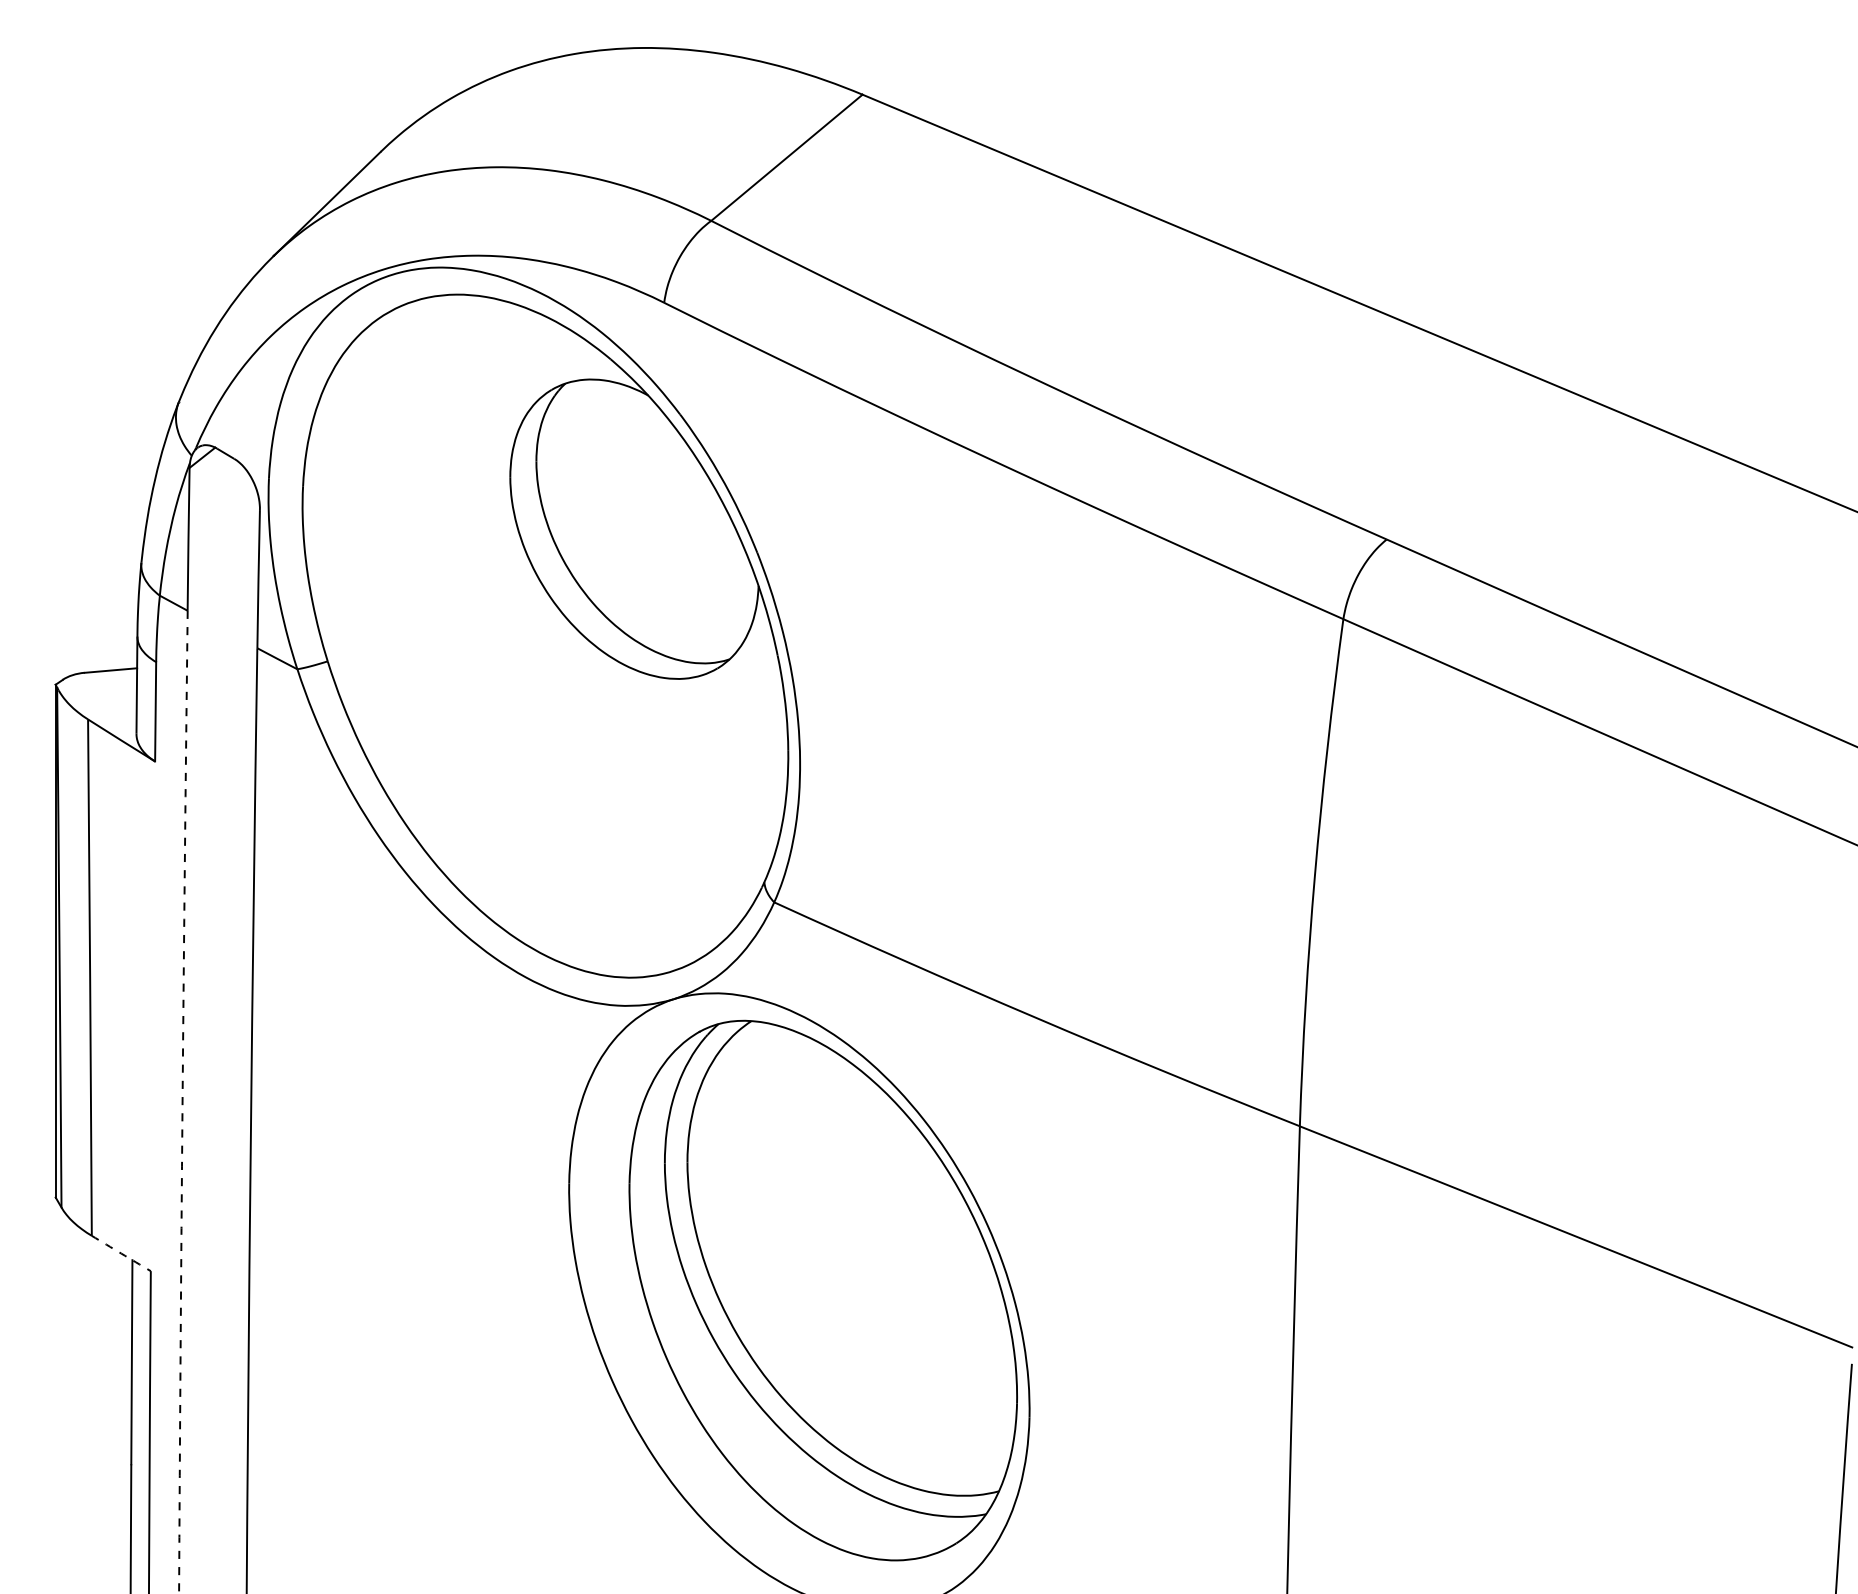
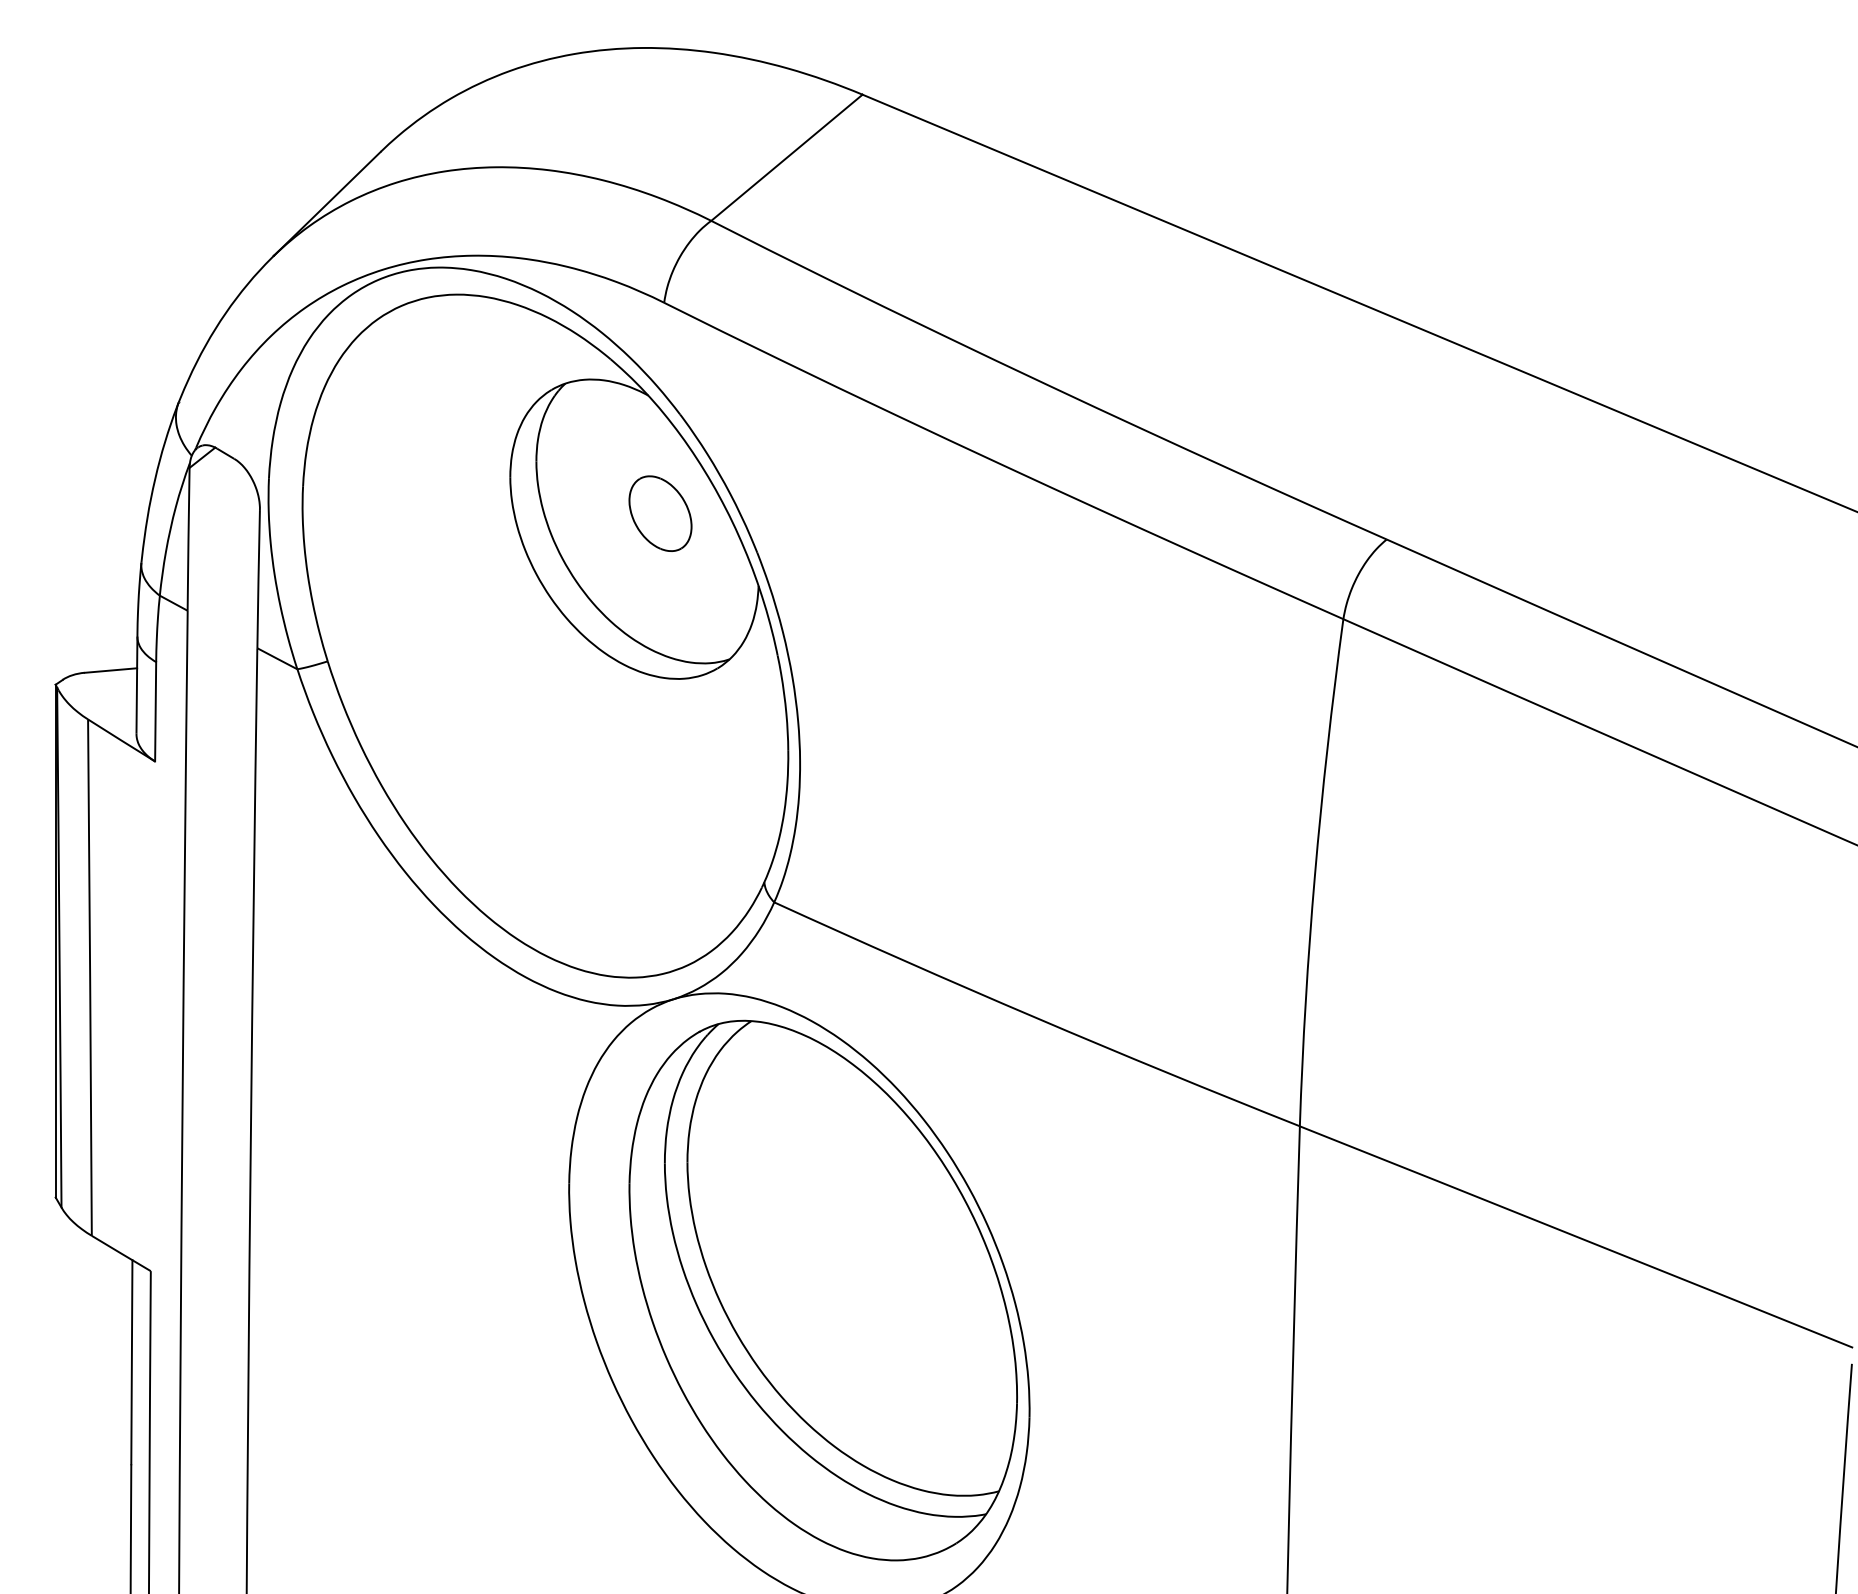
part at (660, 513): none -> present
arc at (182, 1103): dashed -> solid
arc at (121, 1253): dashed -> solid
